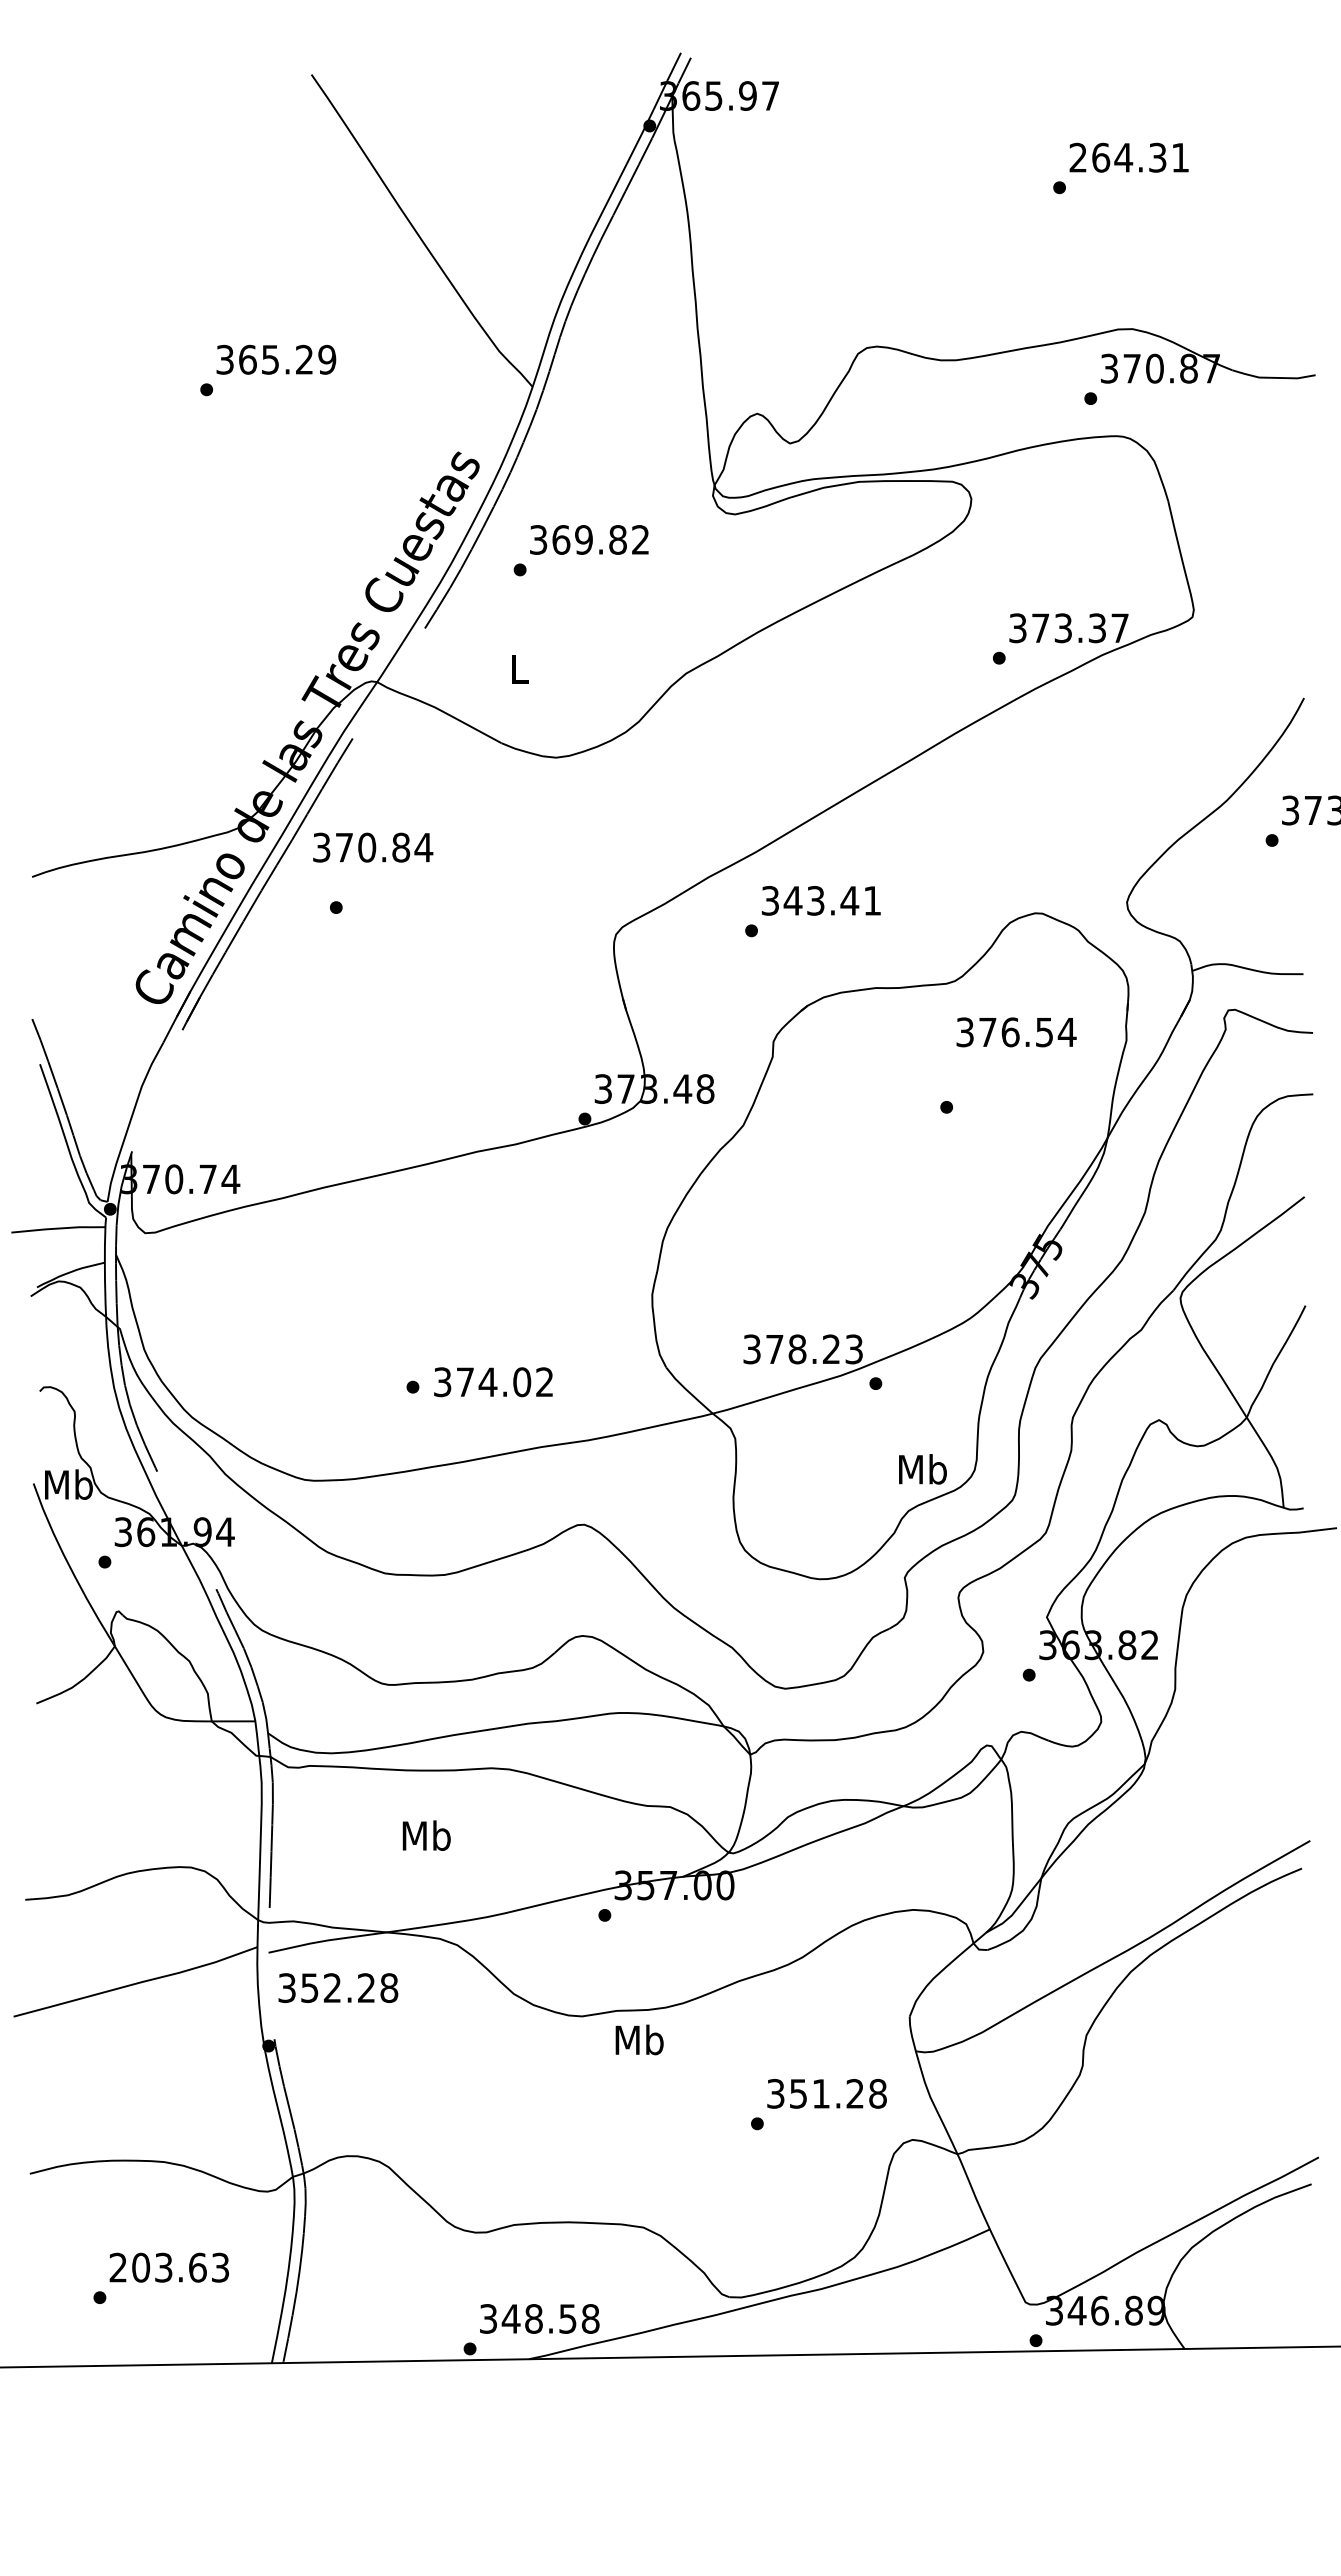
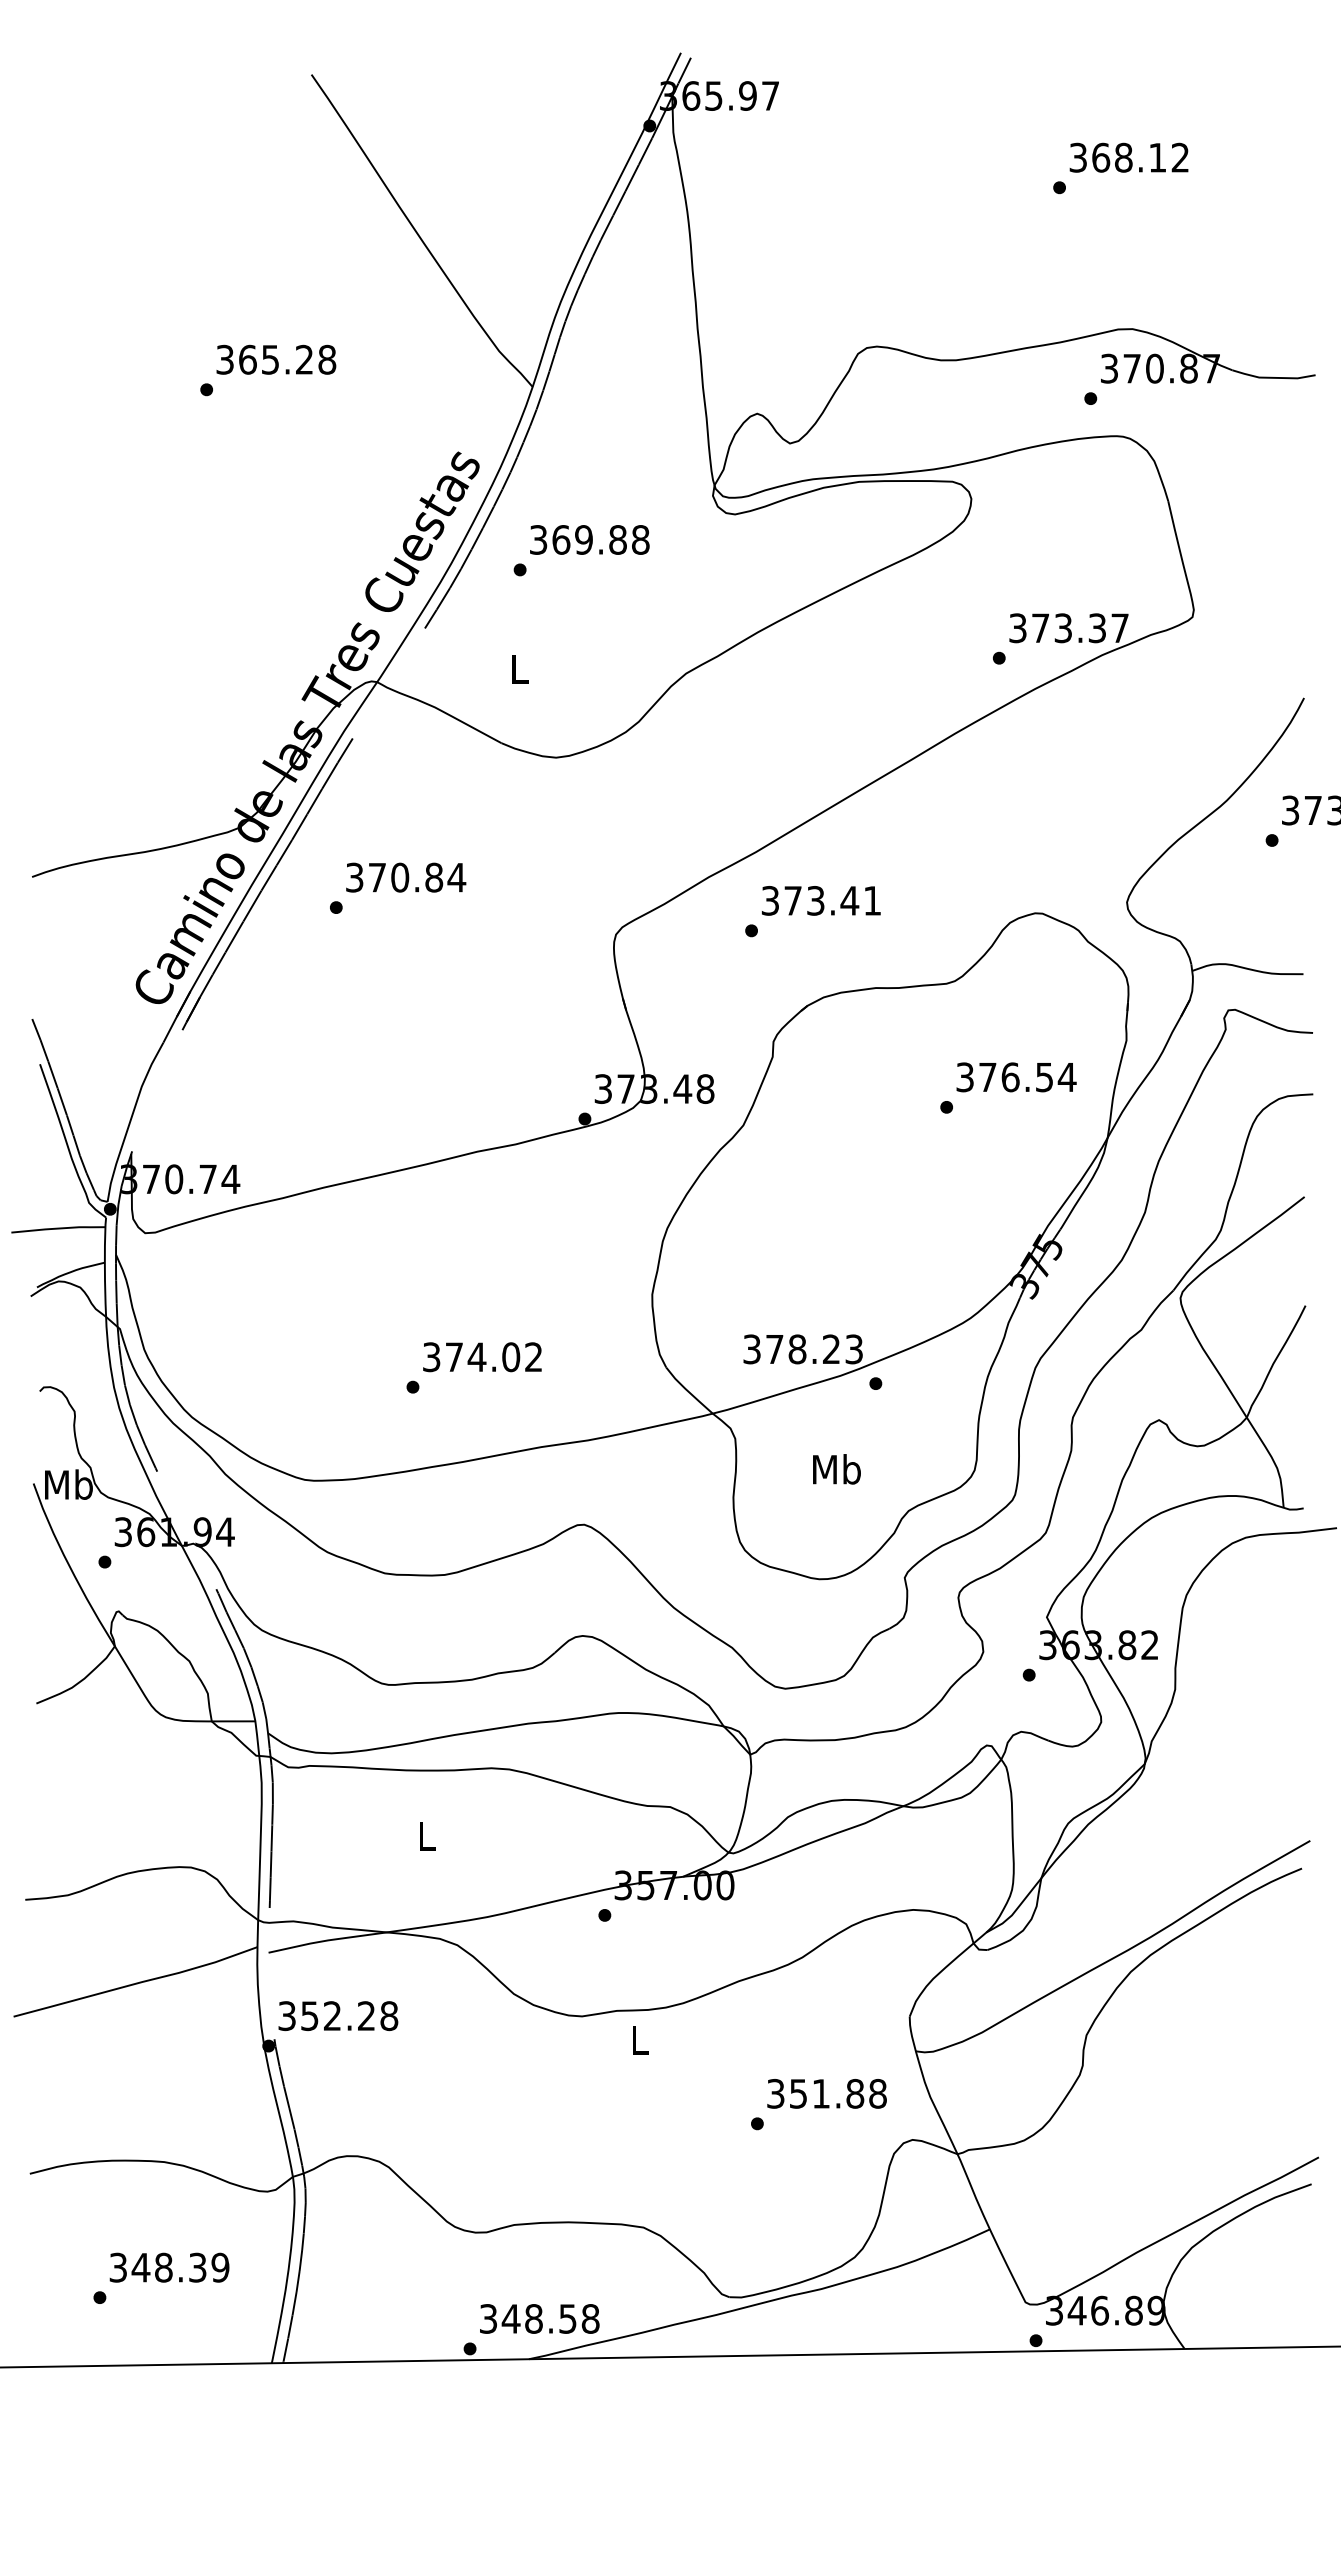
text at (1128, 157): 264.31 -> 368.12
text at (327, 359): 365.29 -> 365.28
text at (640, 539): 369.82 -> 369.88
text at (373, 847) position: (373, 847) -> (406, 877)
text at (792, 900): 343.41 -> 373.41
text at (1016, 1032) position: (1016, 1032) -> (1016, 1077)
text at (493, 1382) position: (493, 1382) -> (482, 1357)
text at (922, 1469) position: (922, 1469) -> (836, 1469)
text at (426, 1835): Mb -> L
text at (338, 1988) position: (338, 1988) -> (338, 2016)
text at (639, 2039): Mb -> L
text at (855, 2093): 351.28 -> 351.88
text at (169, 2267): 203.63 -> 348.39
